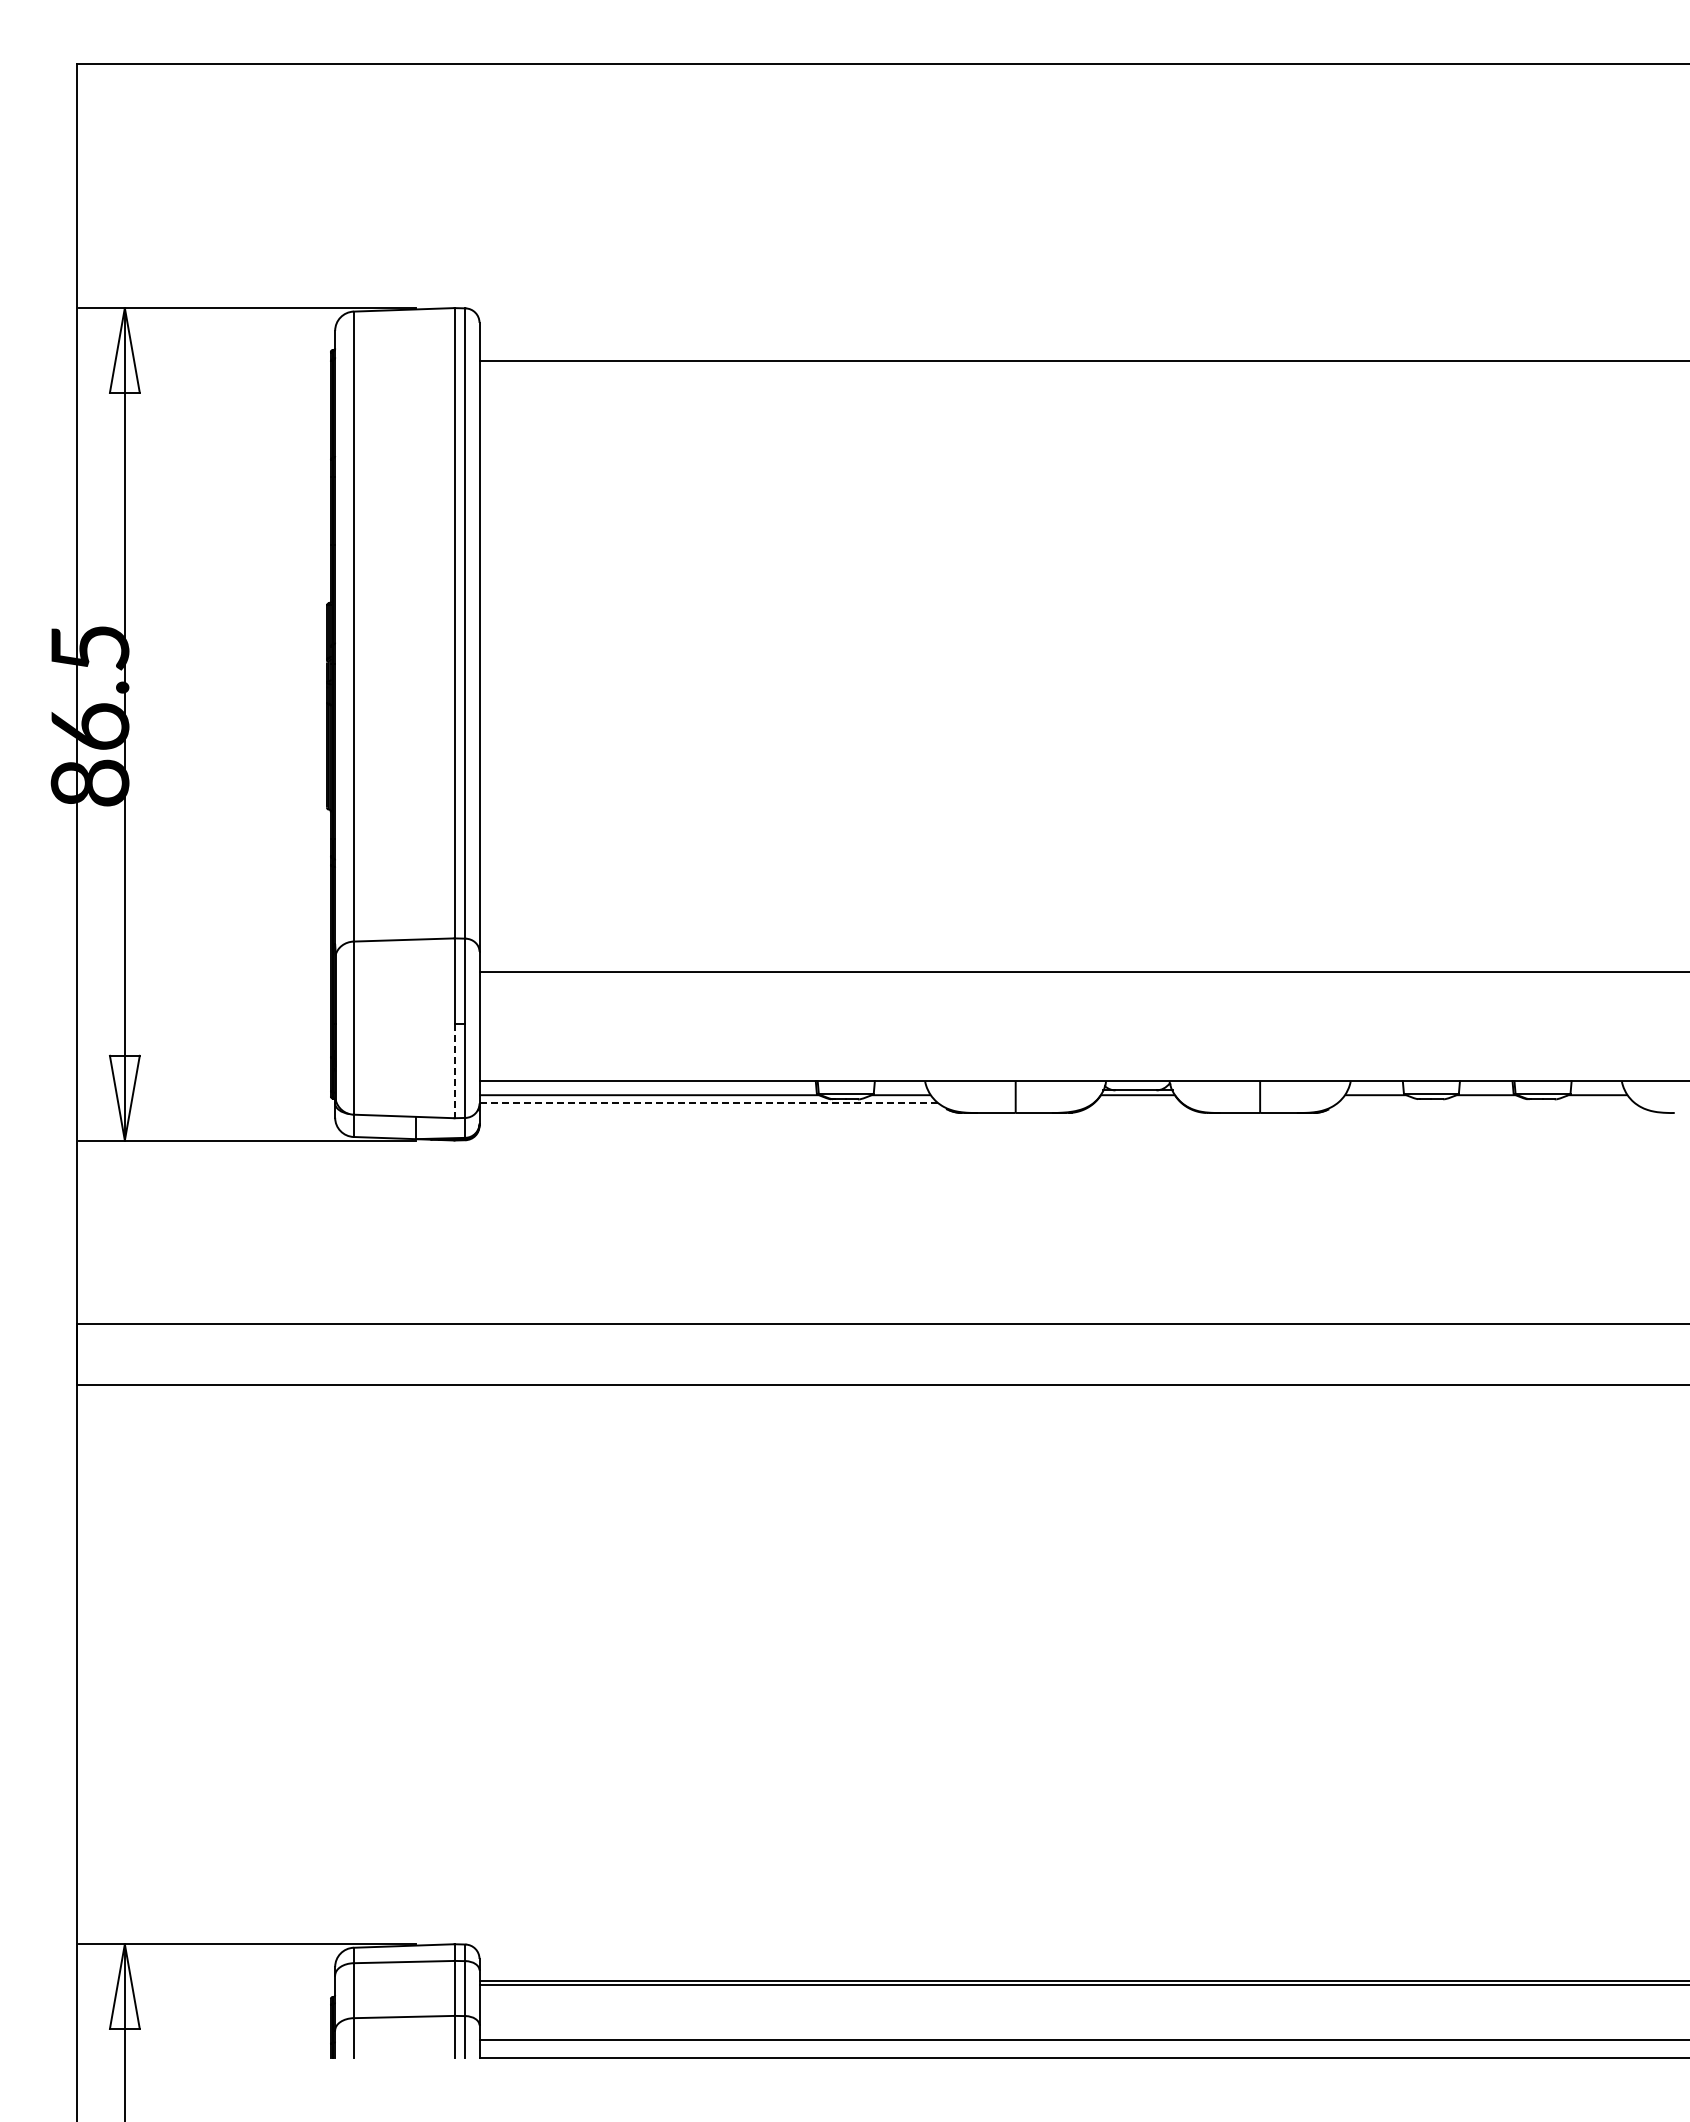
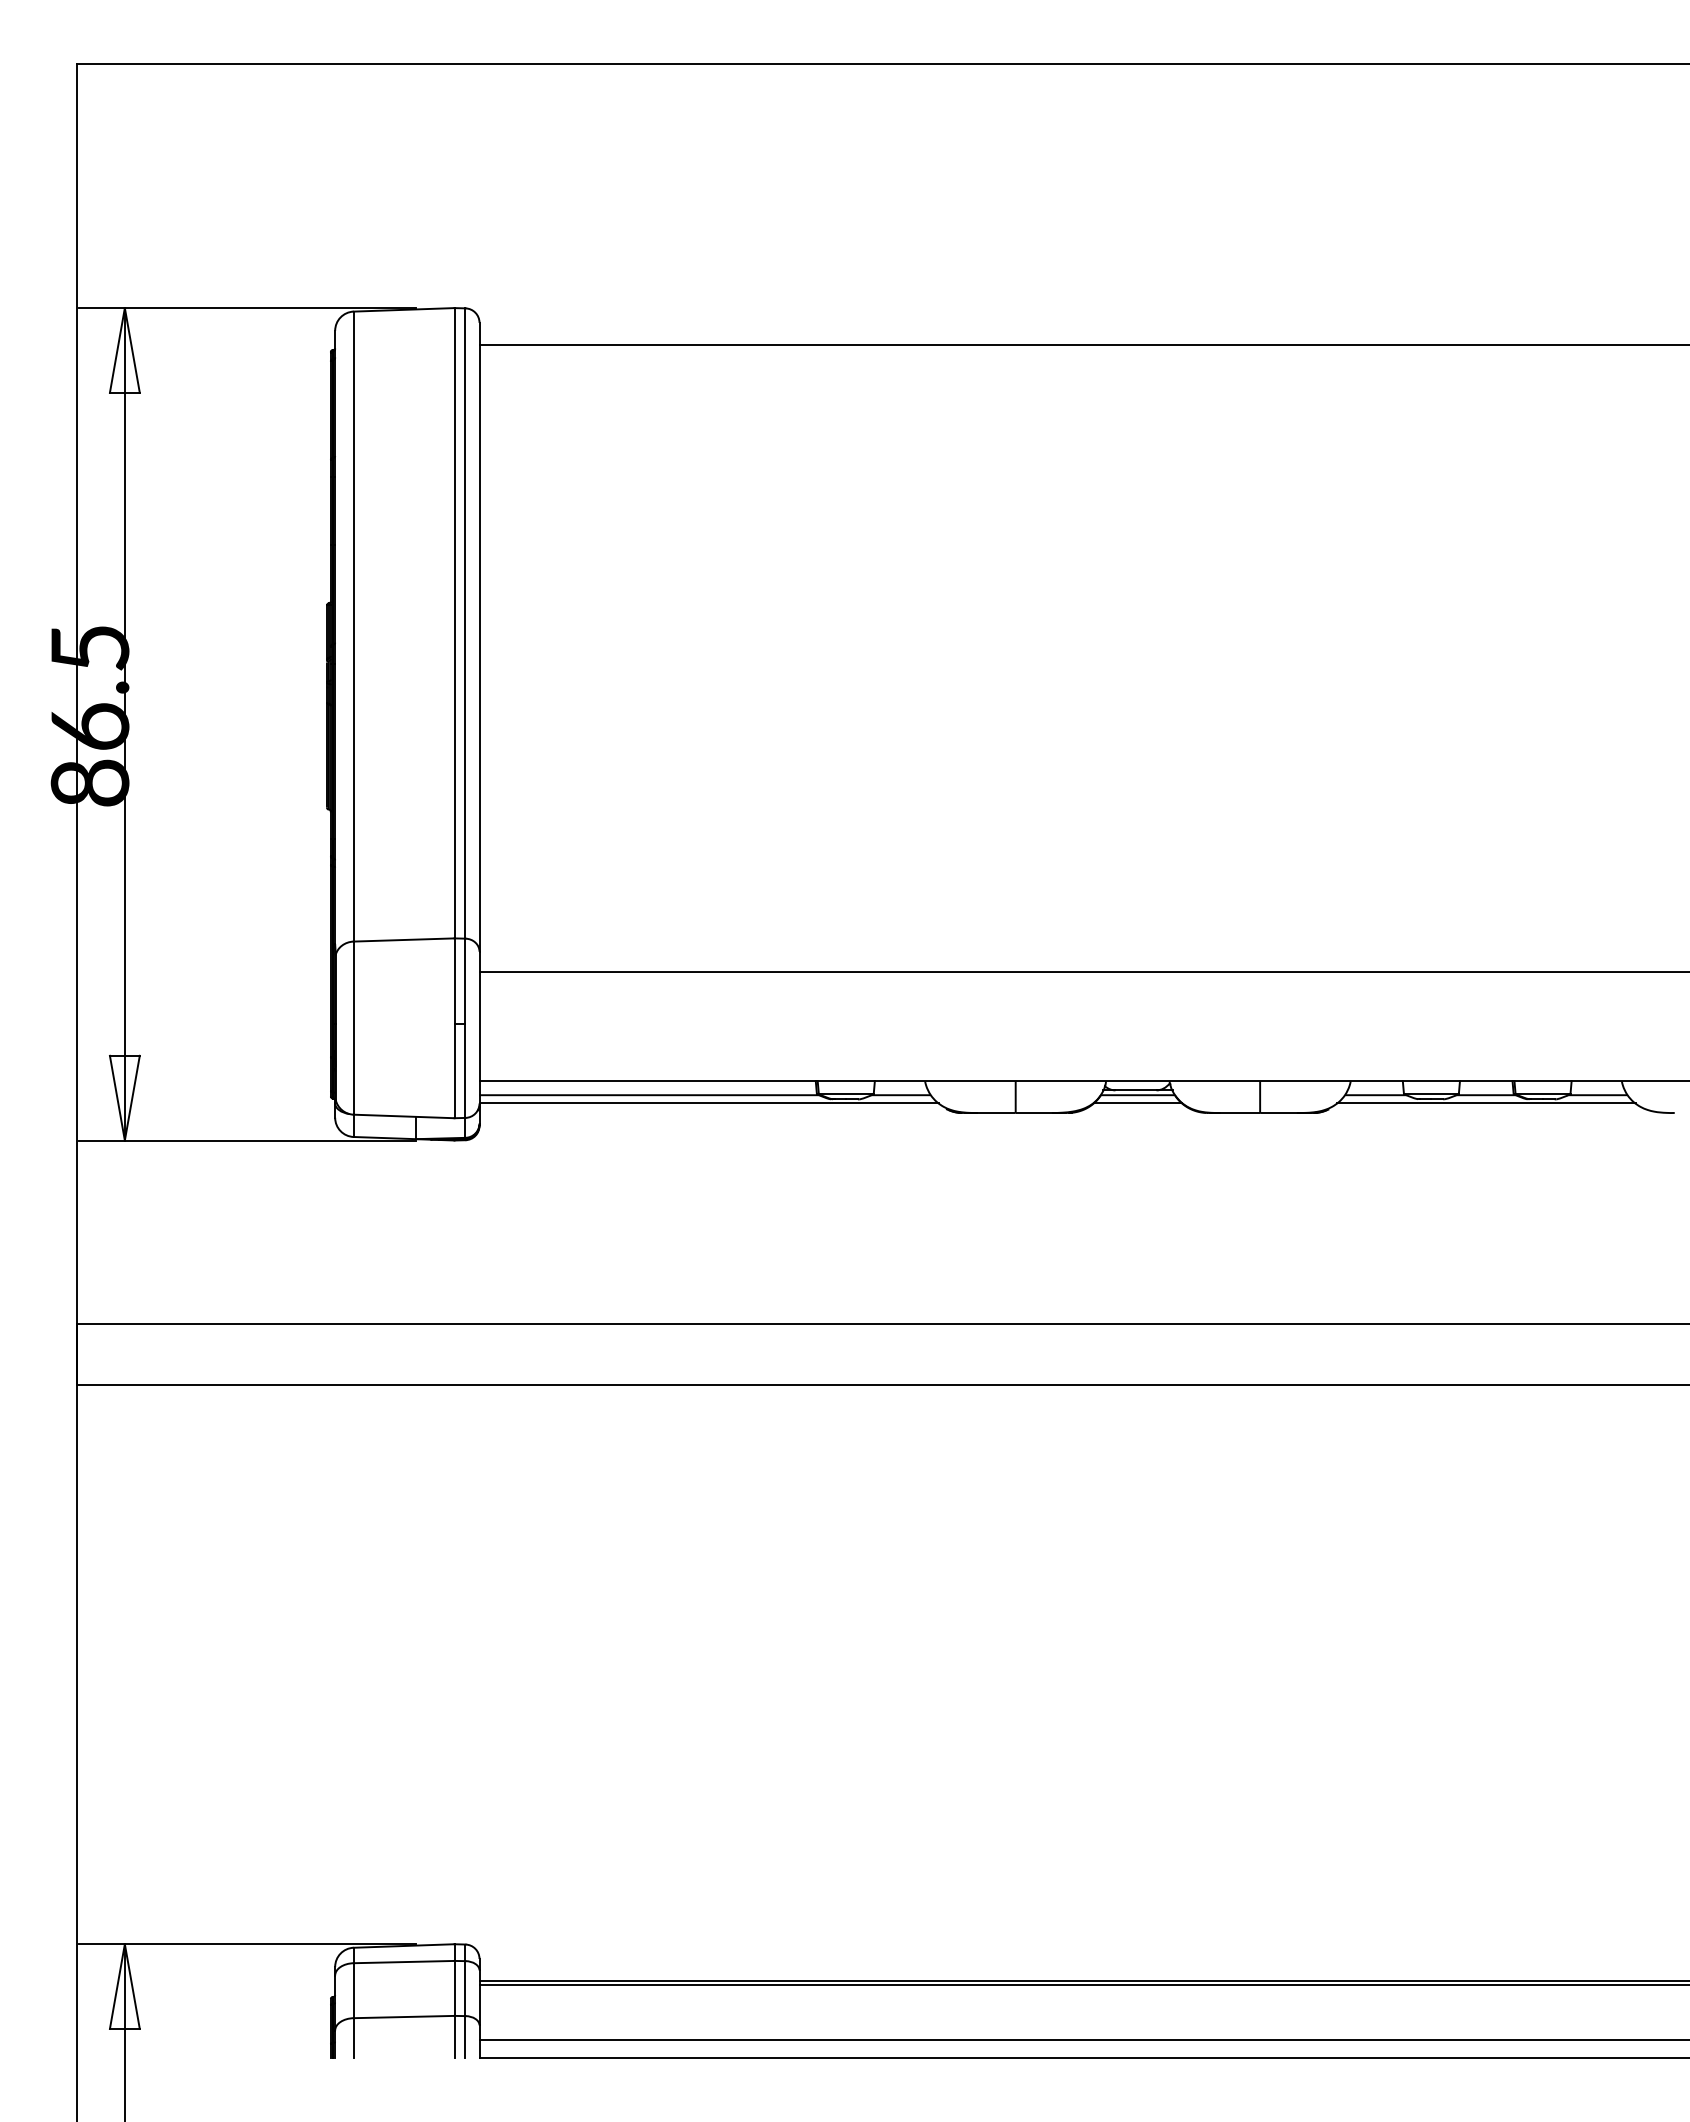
line at (1082, 361) position: (1082, 361) -> (1082, 345)
line at (454, 1071): dashed -> solid
line at (709, 1103): dashed -> solid
line at (1137, 1103): none -> present
line at (1486, 1103): none -> present
